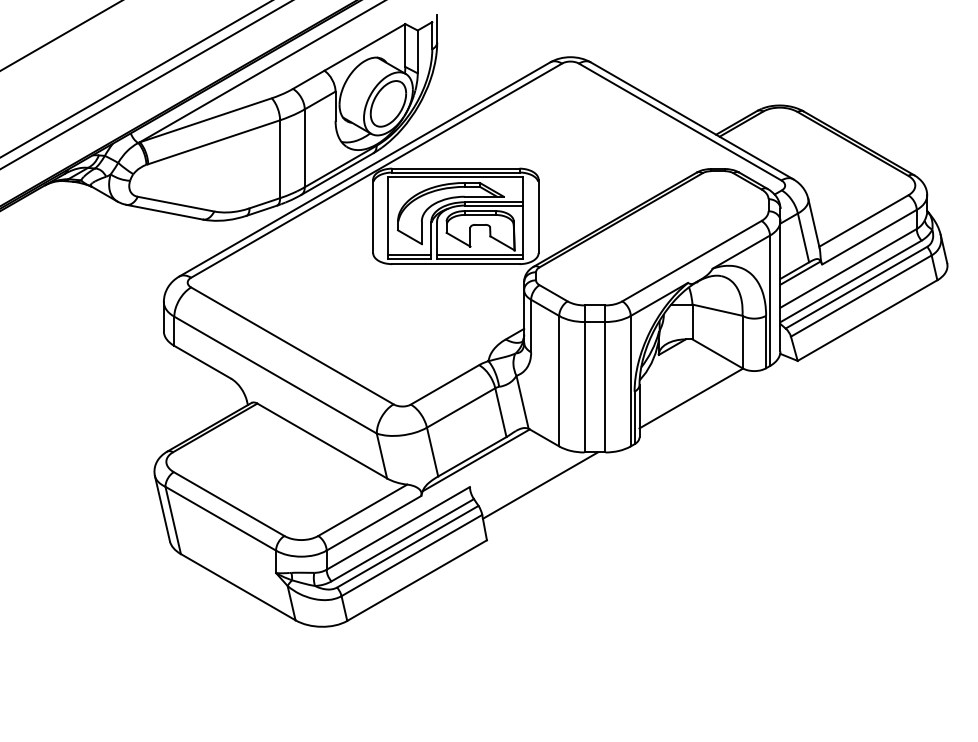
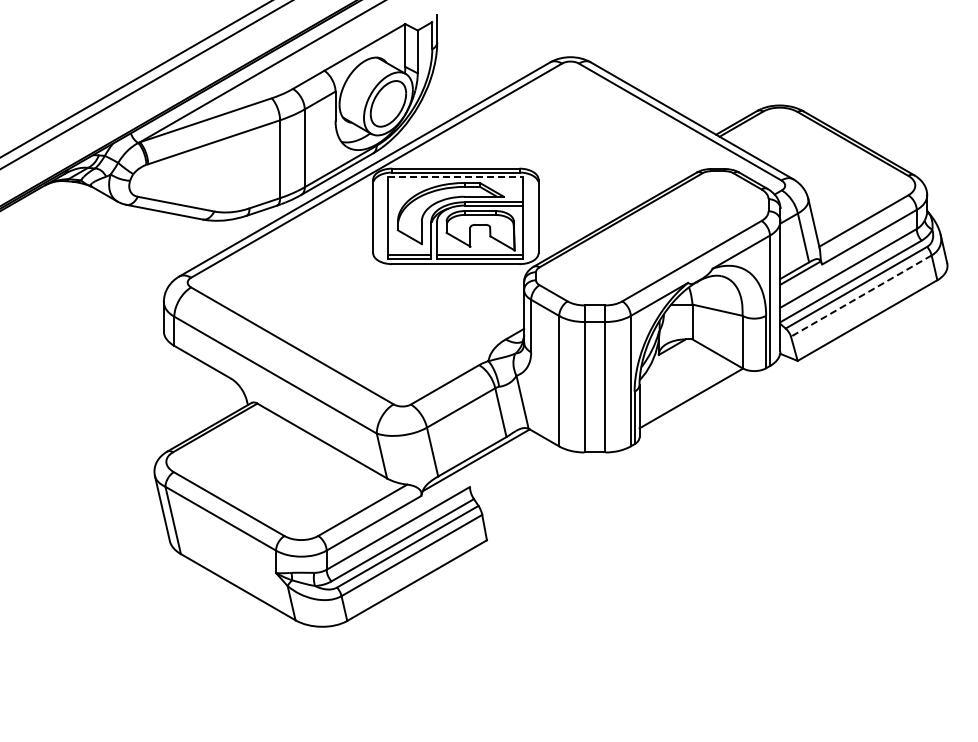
line at (60, 35): present -> none
line at (456, 177): solid -> dashed
line at (860, 296): solid -> dashed
line at (539, 485): present -> none
